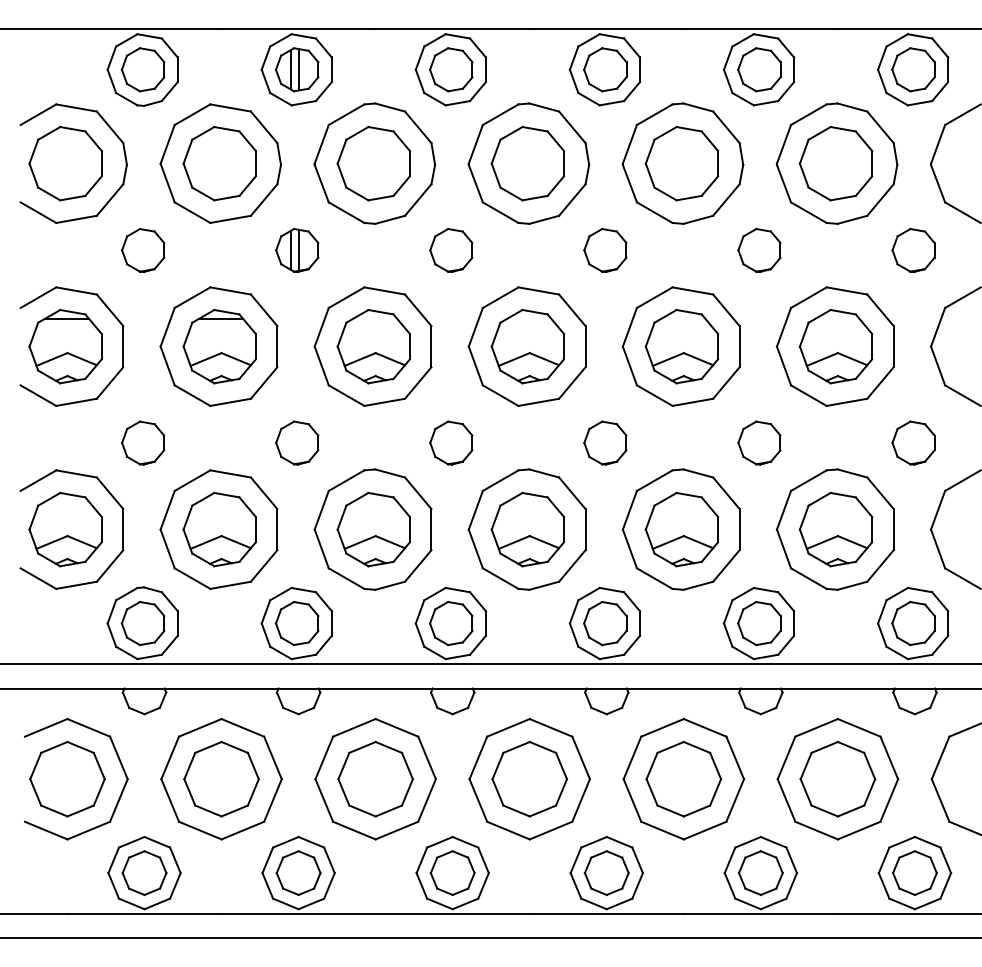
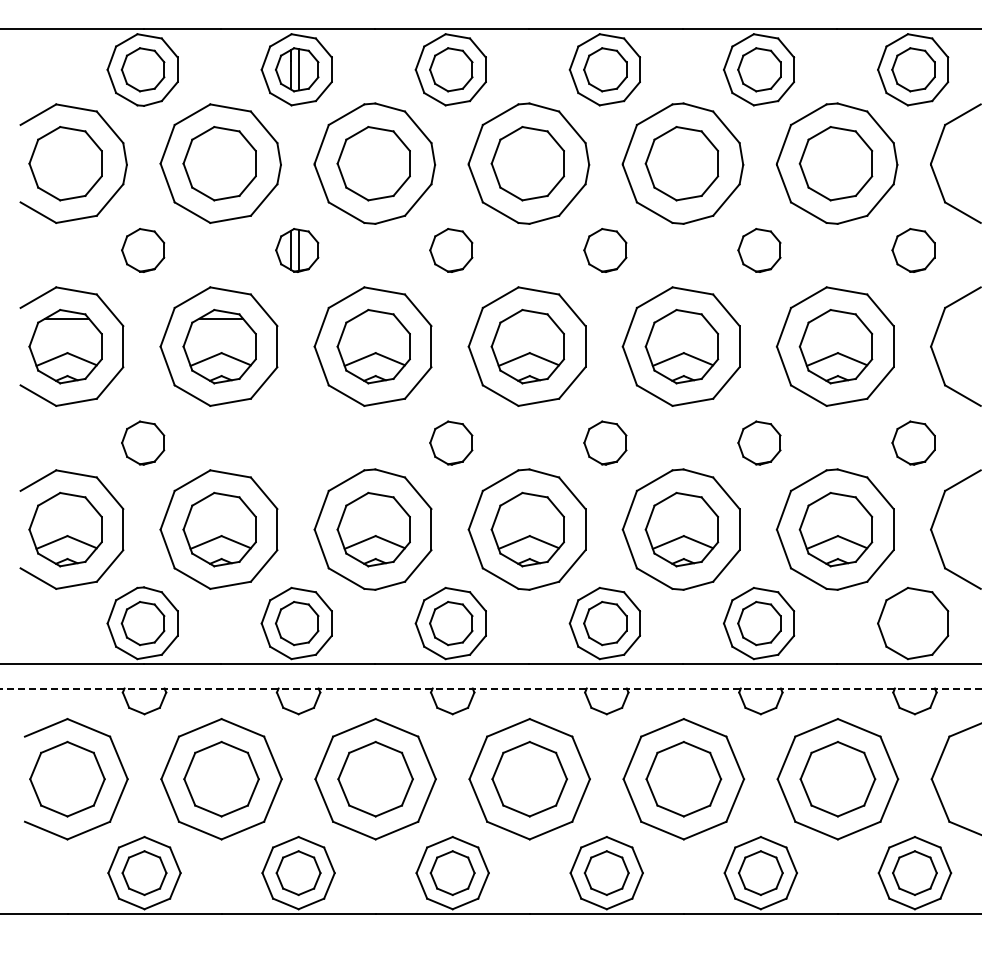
part at (297, 442): present -> none
part at (913, 623): present -> none
line at (490, 688): solid -> dashed
line at (490, 938): present -> none
